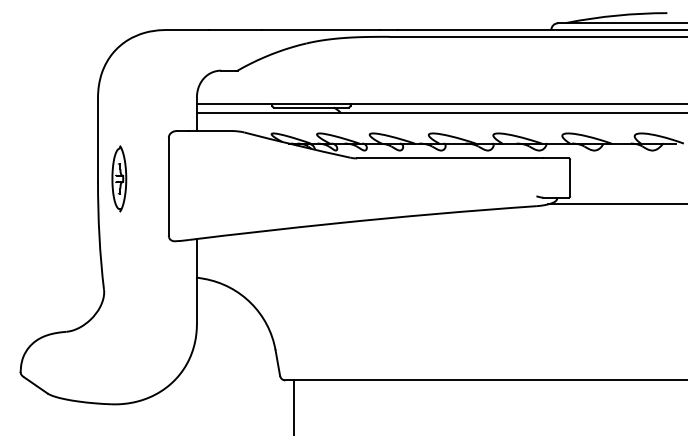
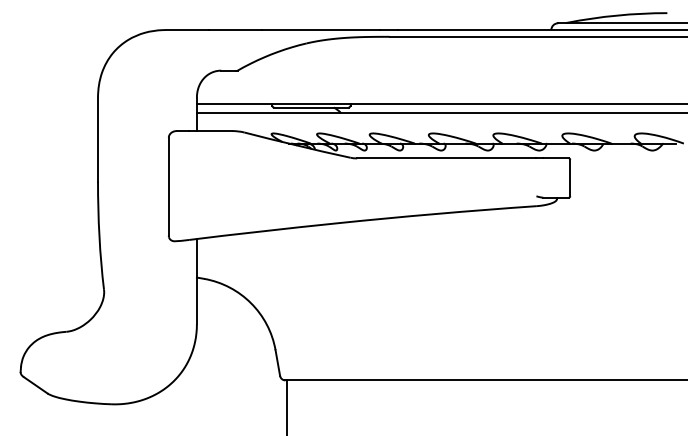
part at (119, 178): present -> none
line at (615, 204): present -> none
line at (294, 406) position: (294, 406) -> (287, 406)
